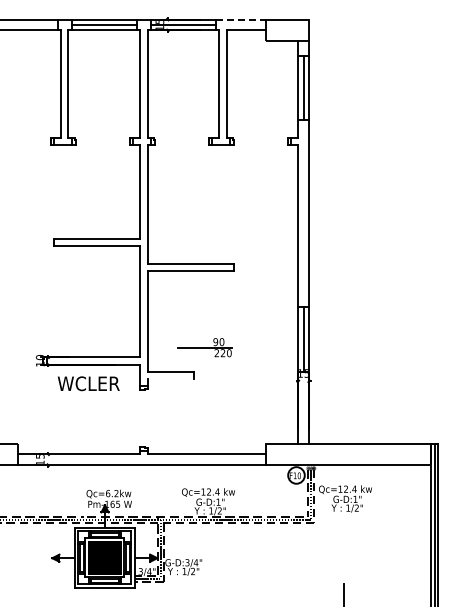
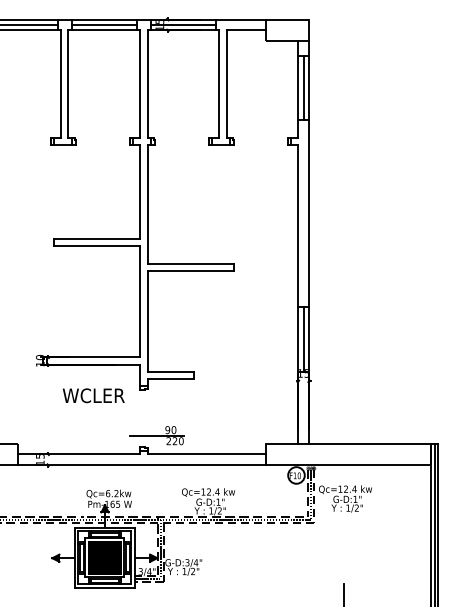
line at (241, 19): dashed -> solid
line at (29, 25): none -> present
part at (204, 347) position: (204, 347) -> (156, 435)
line at (170, 378): none -> present
text at (88, 383) position: (88, 383) -> (93, 395)
